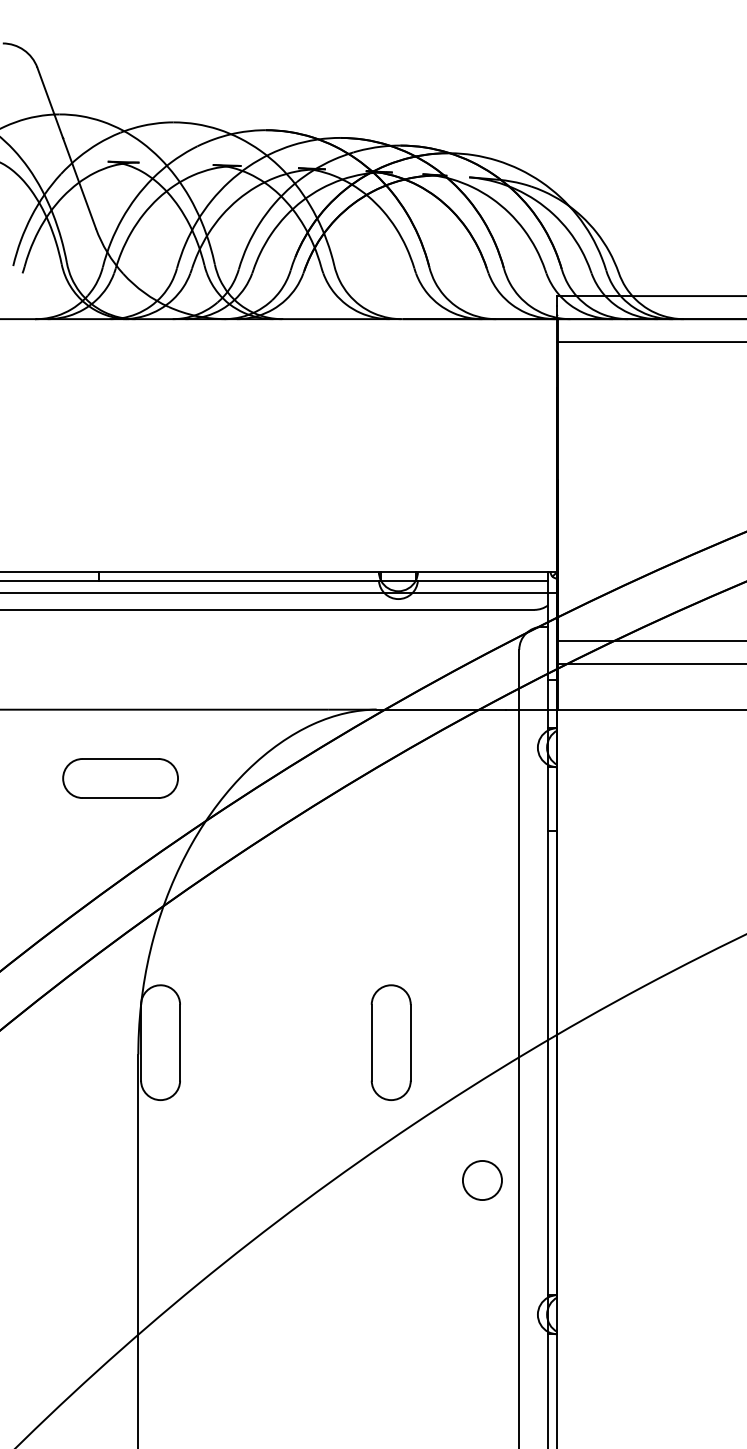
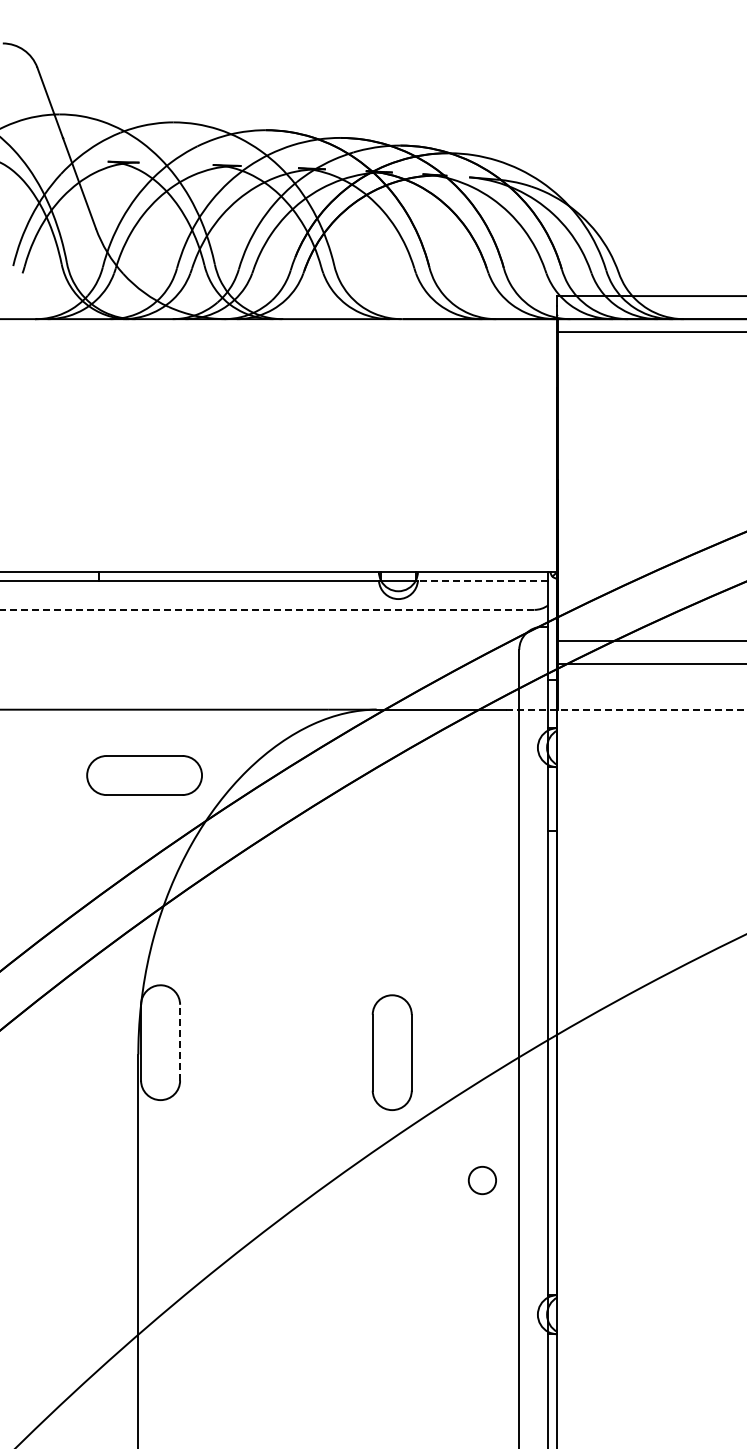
line at (650, 342) position: (650, 342) -> (650, 332)
line at (482, 580): solid -> dashed
line at (279, 593): present -> none
line at (267, 609): solid -> dashed
line at (626, 709): solid -> dashed
part at (120, 778) position: (120, 778) -> (144, 775)
line at (180, 1042): solid -> dashed
part at (390, 1042) position: (390, 1042) -> (391, 1052)
circle at (481, 1180) diameter: 39 px -> 27 px
